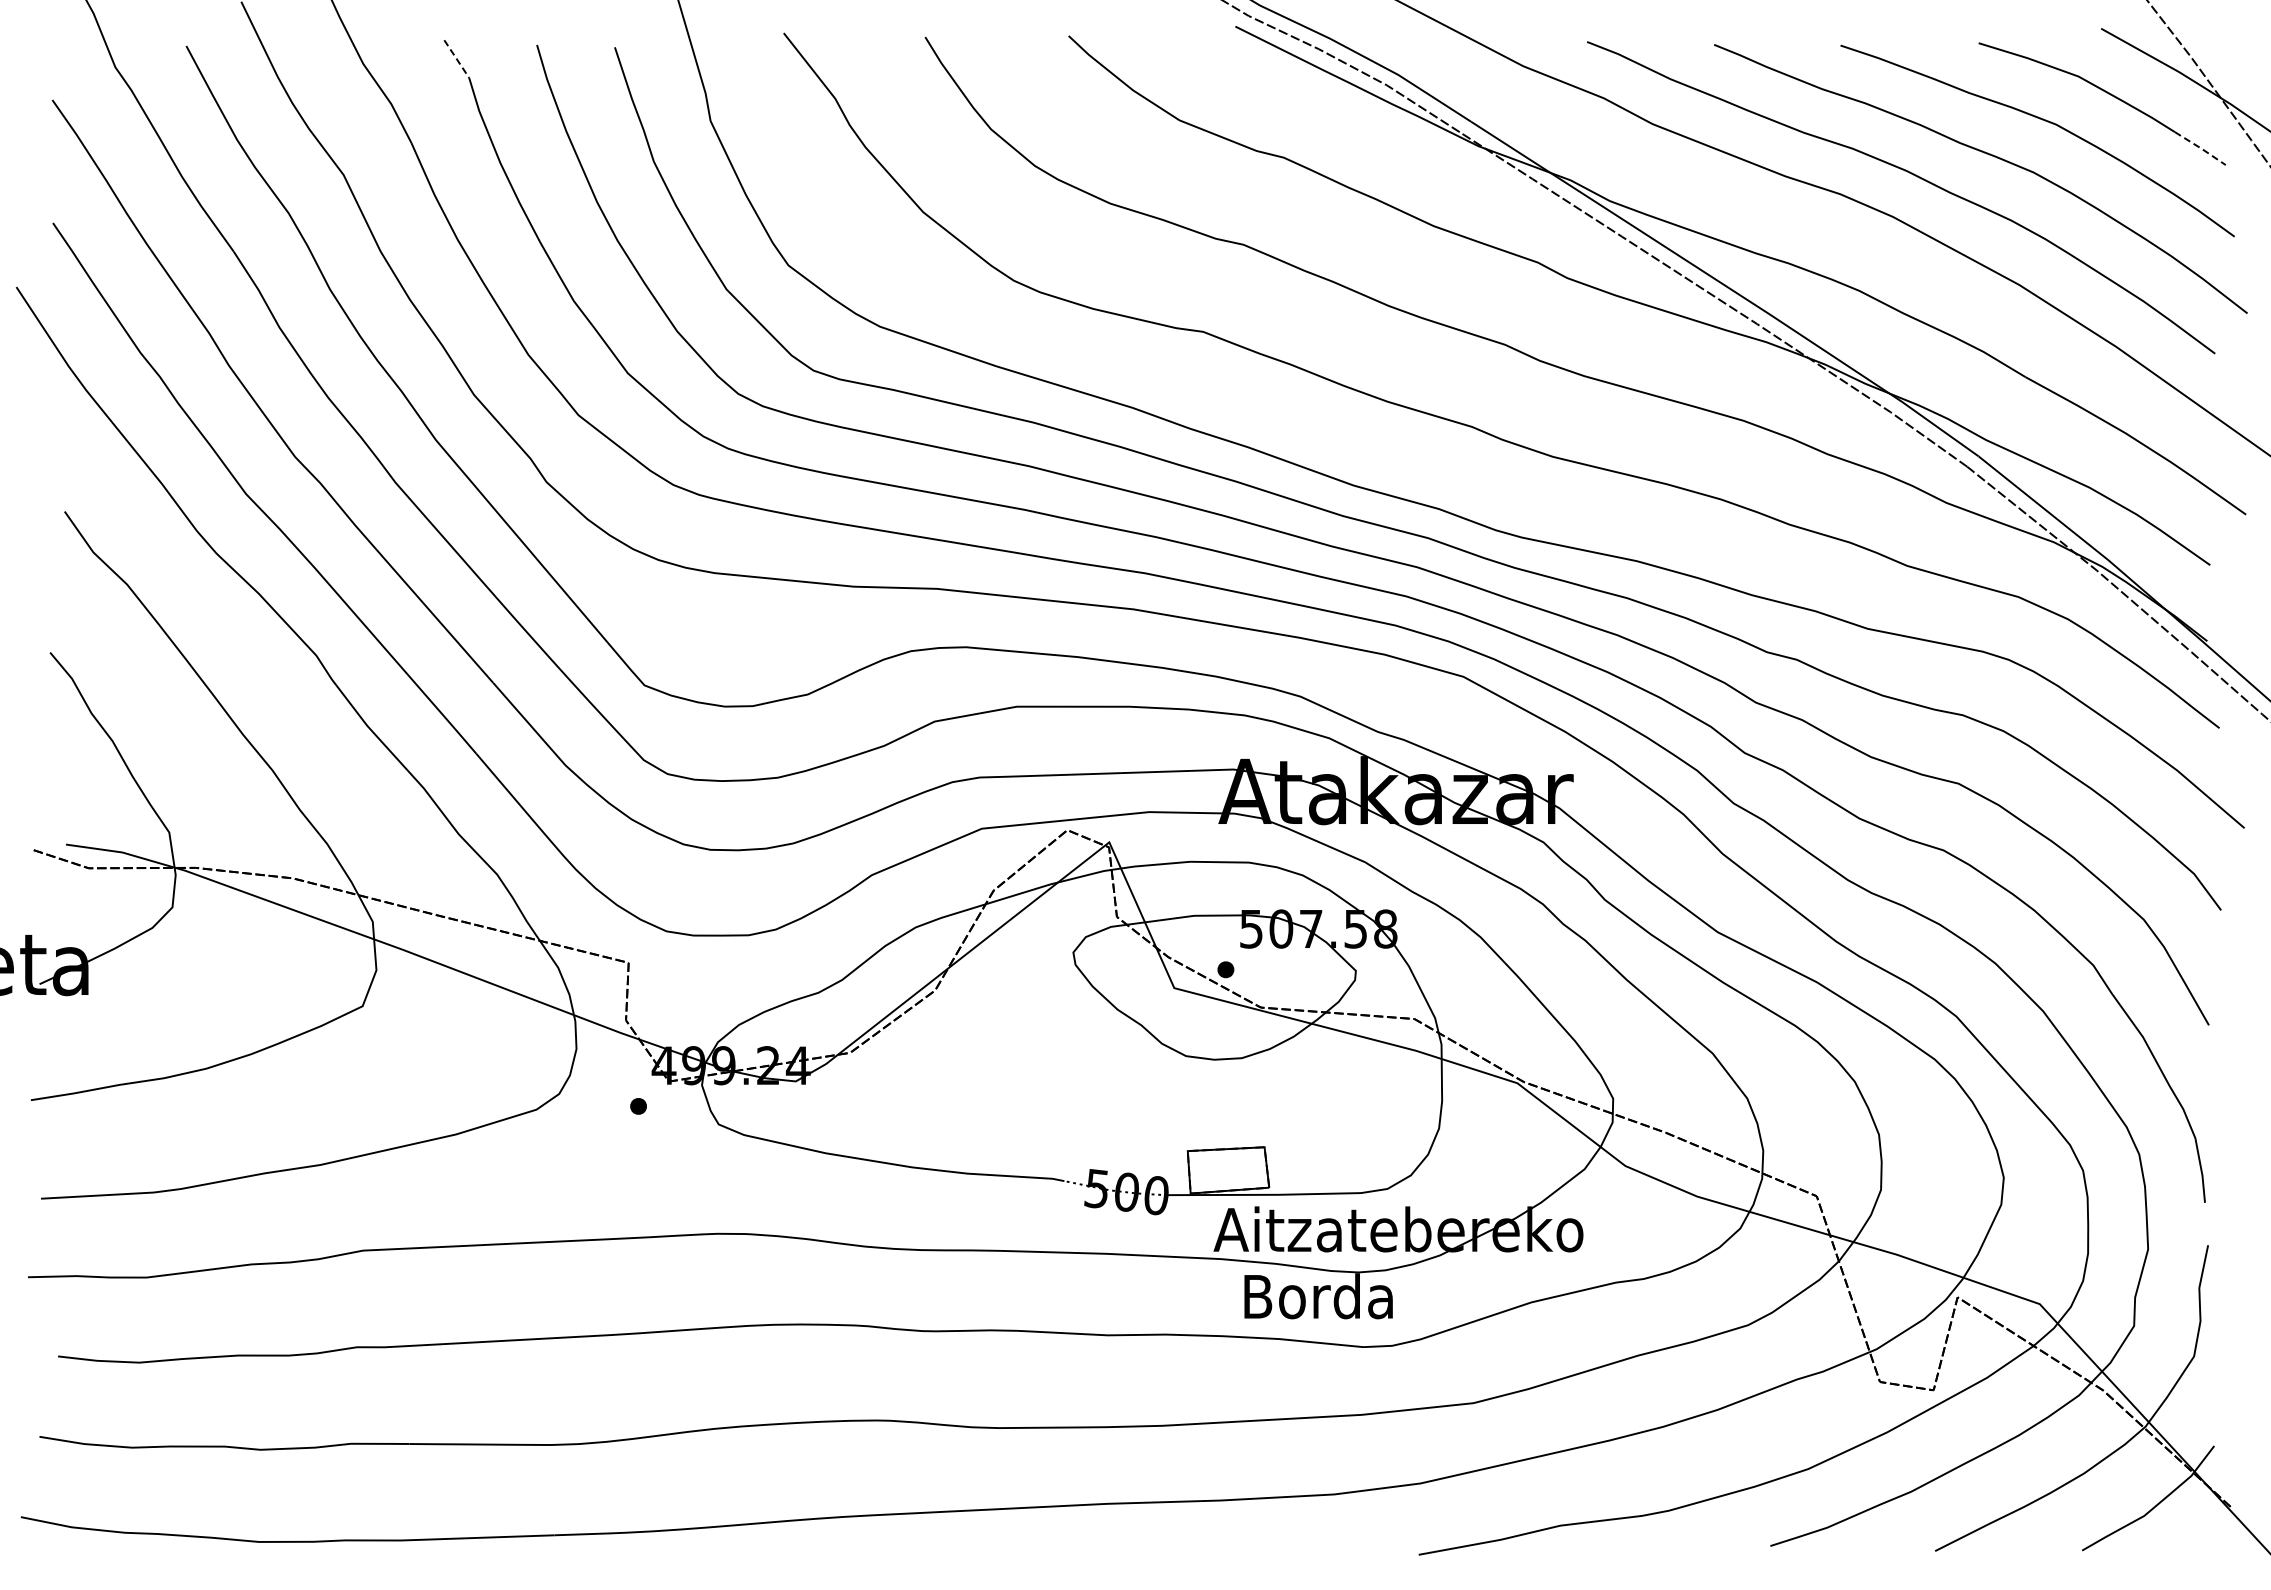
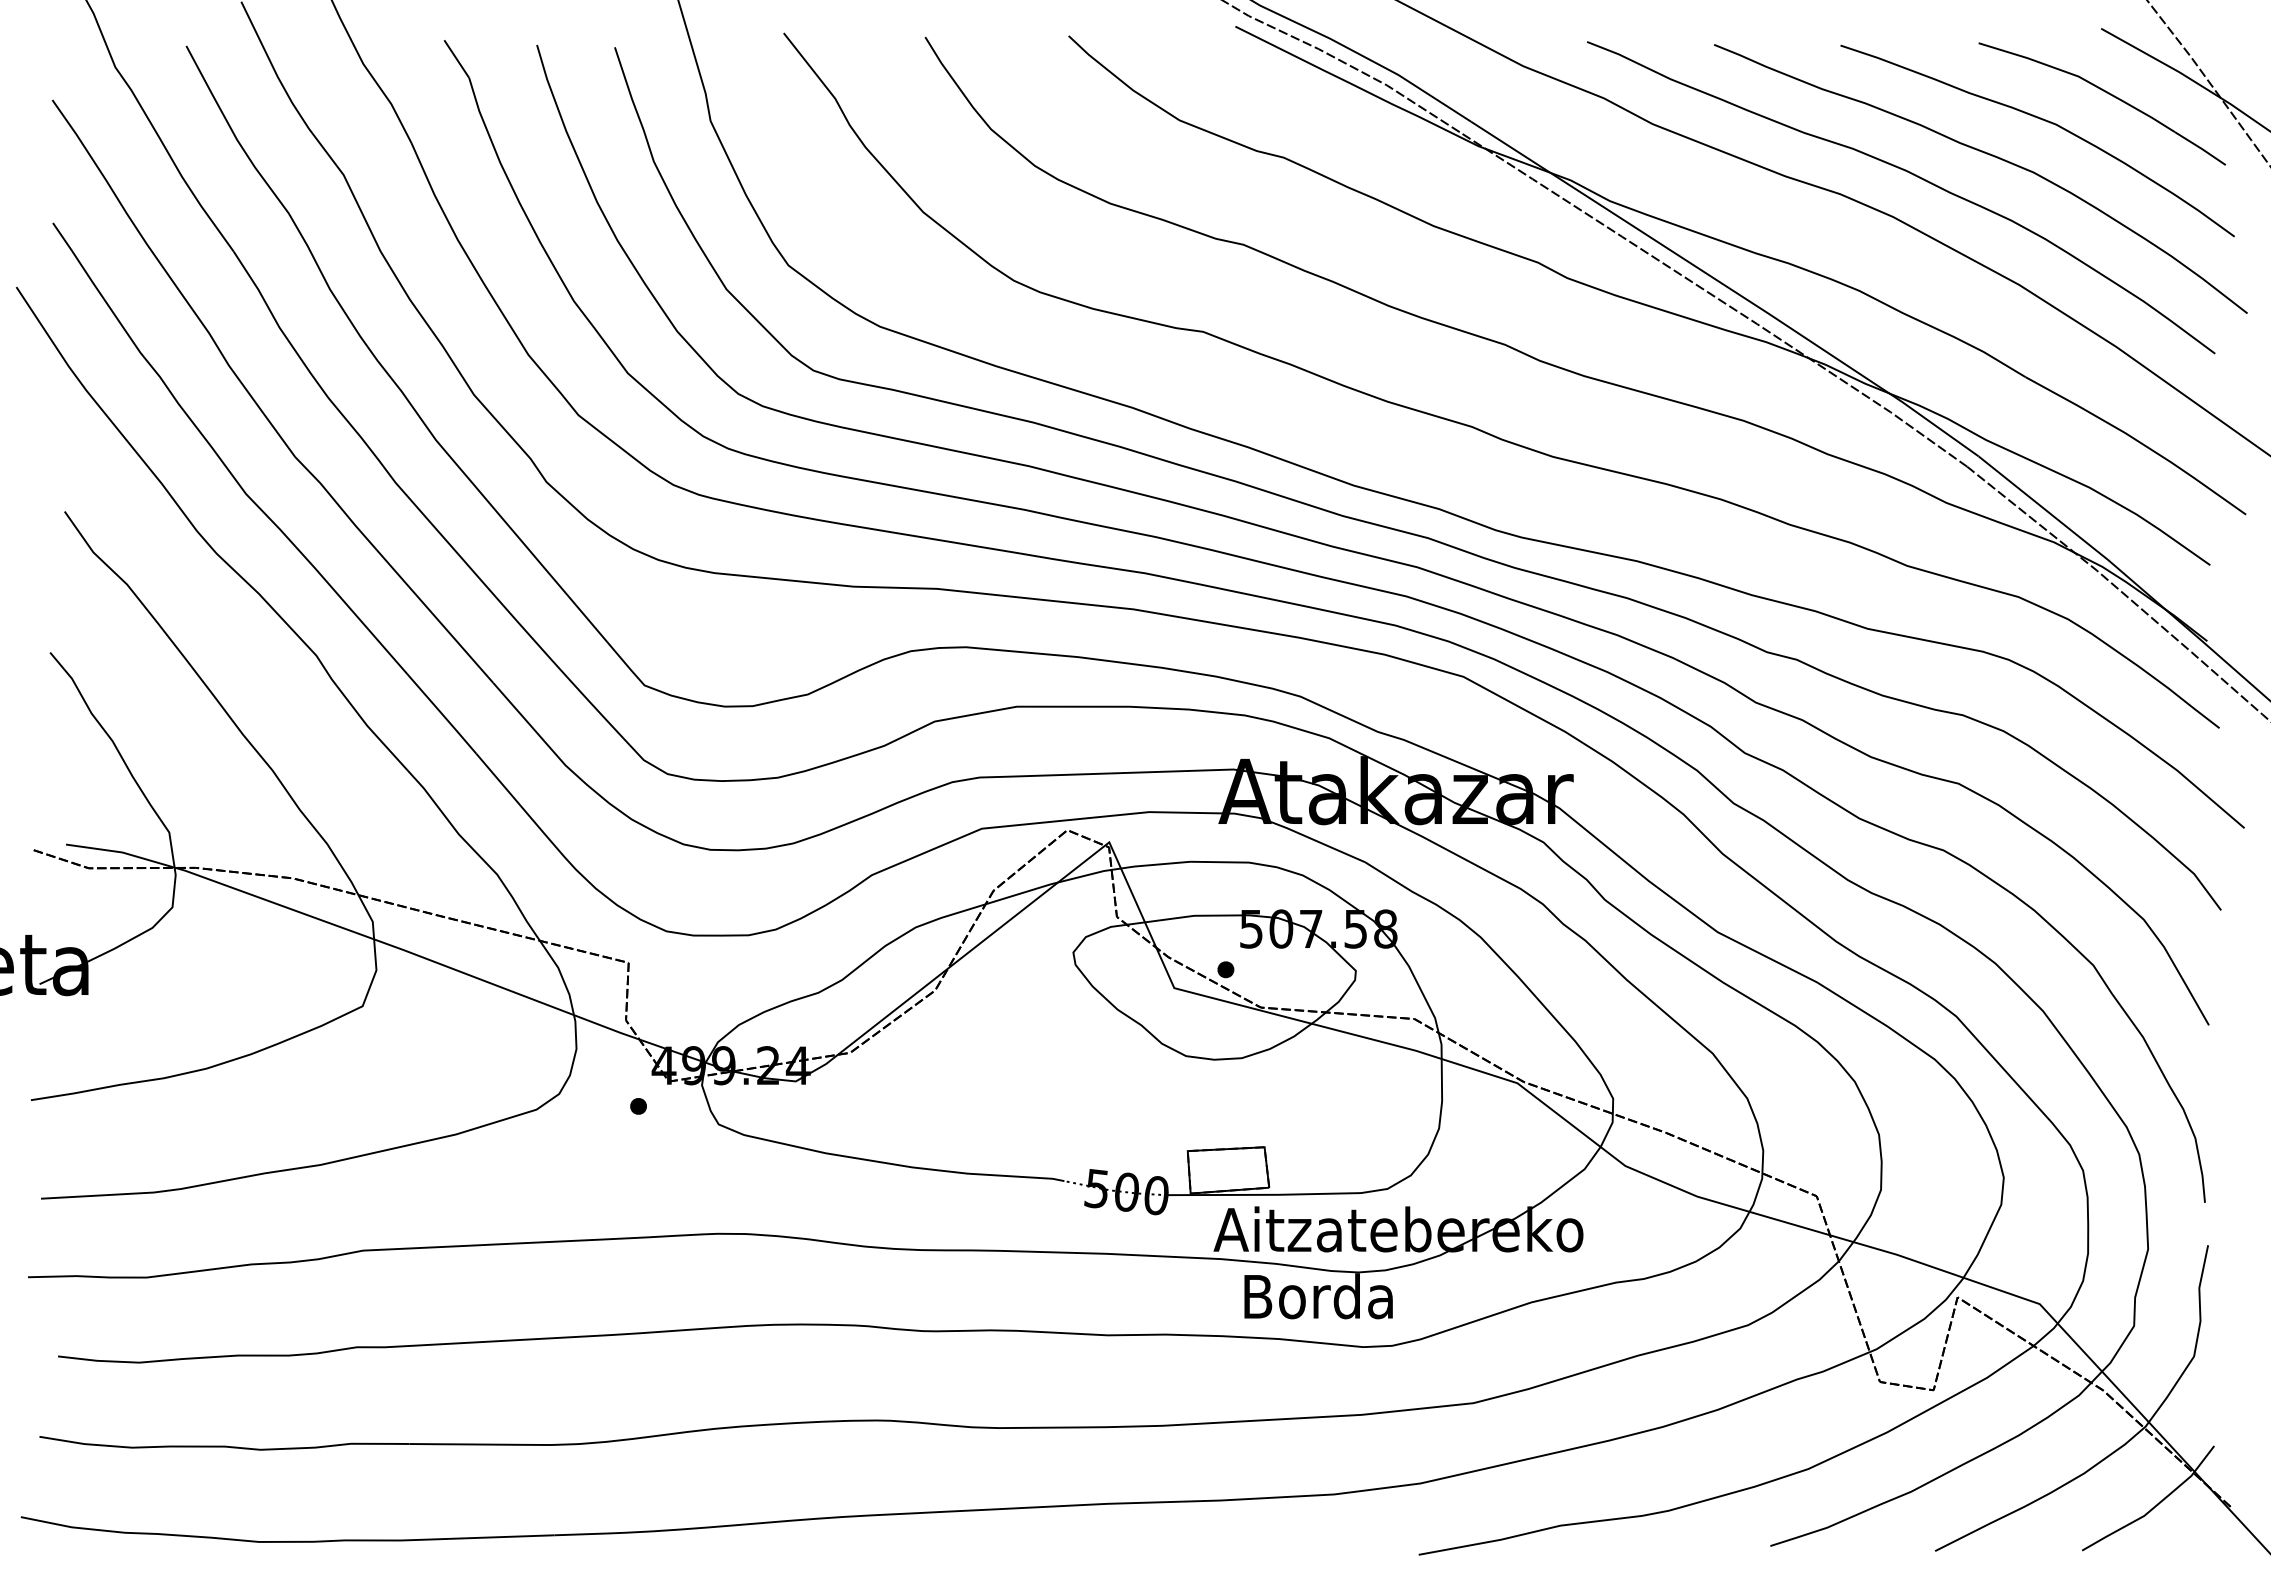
line at (456, 59): dashed -> solid
line at (2201, 148): dashed -> solid
